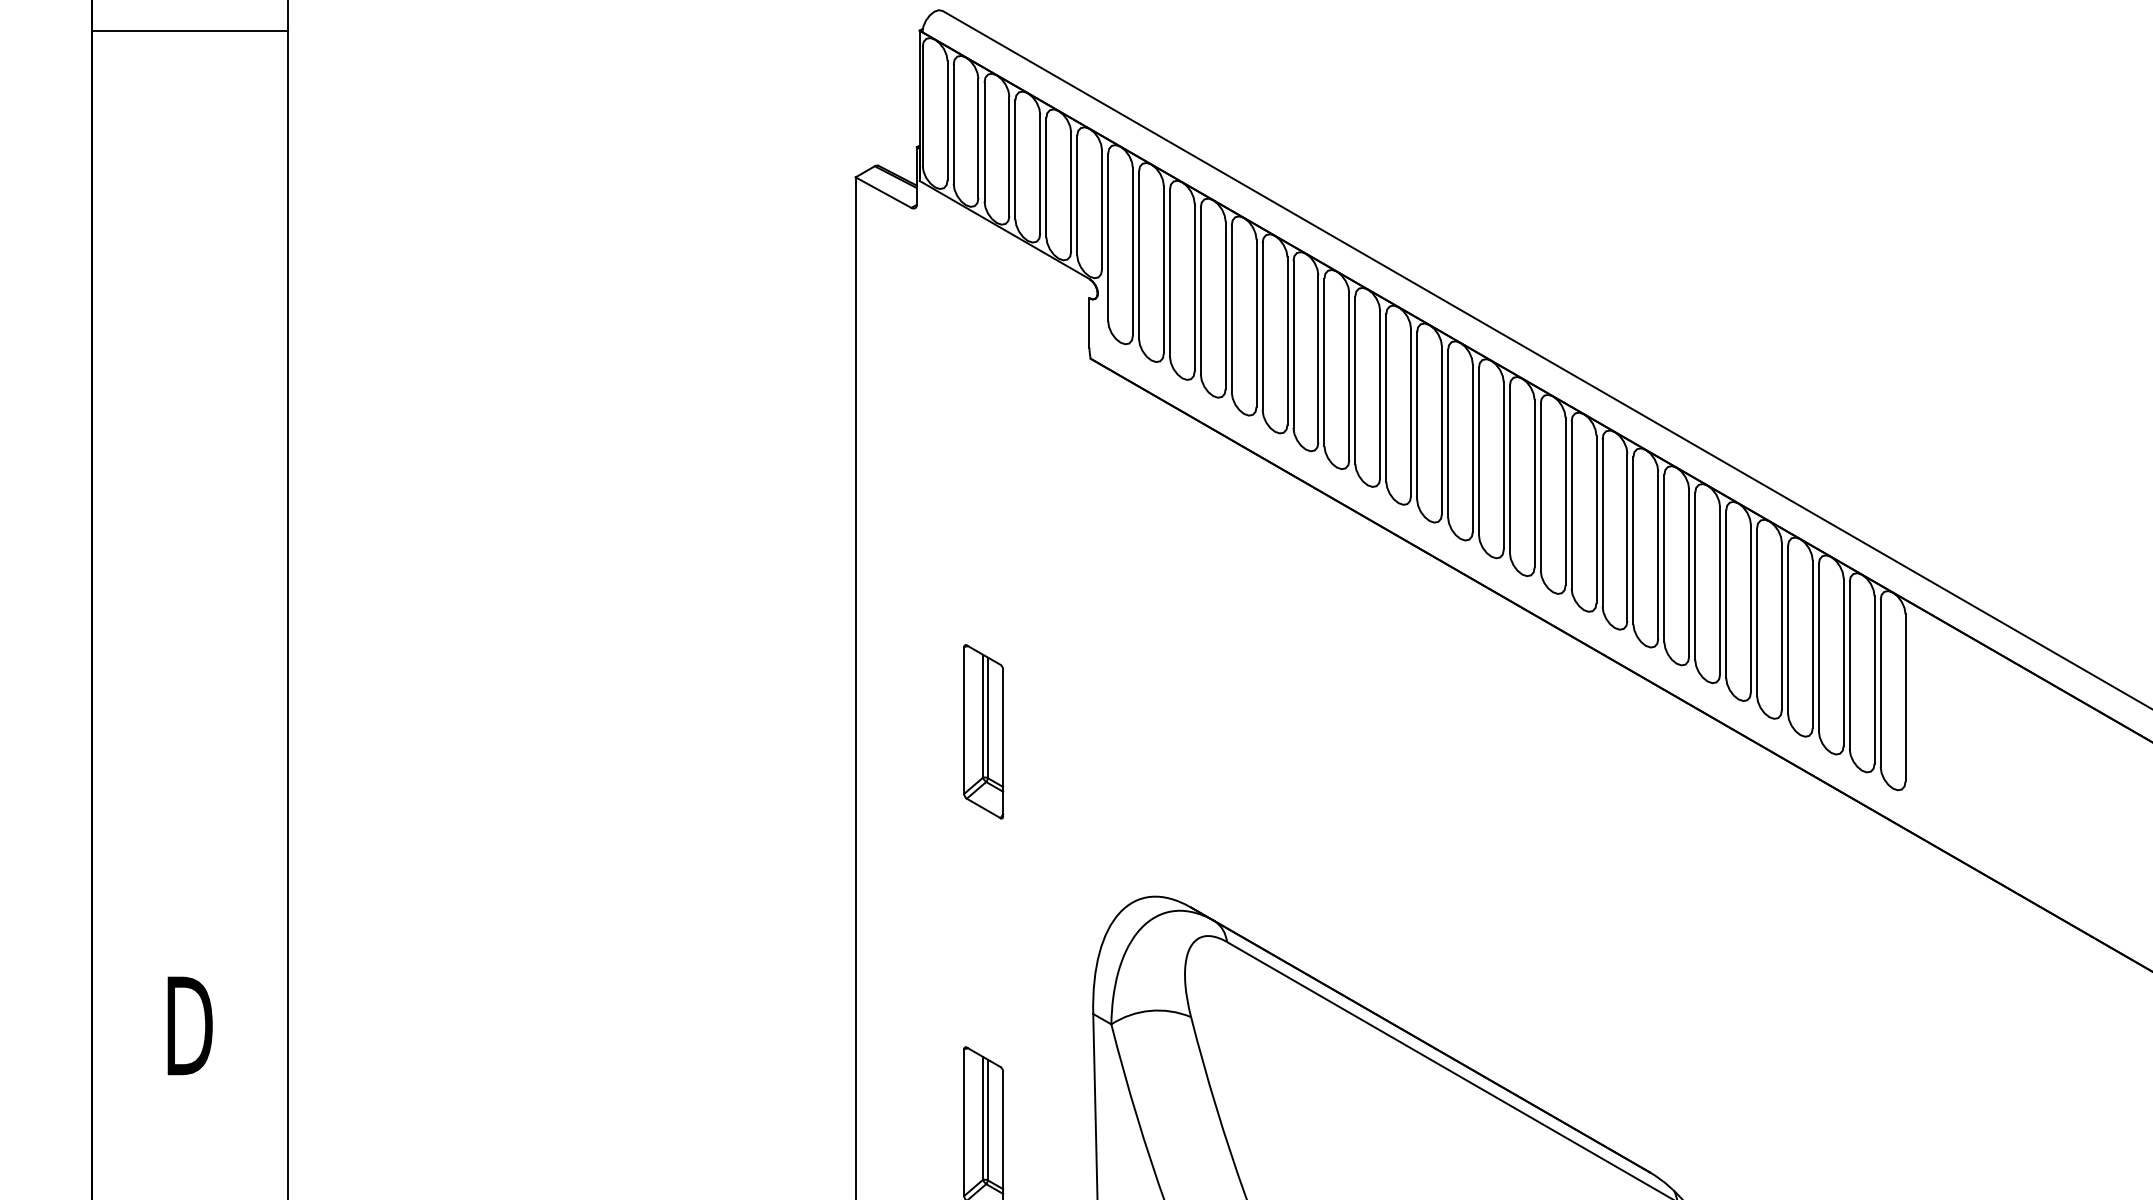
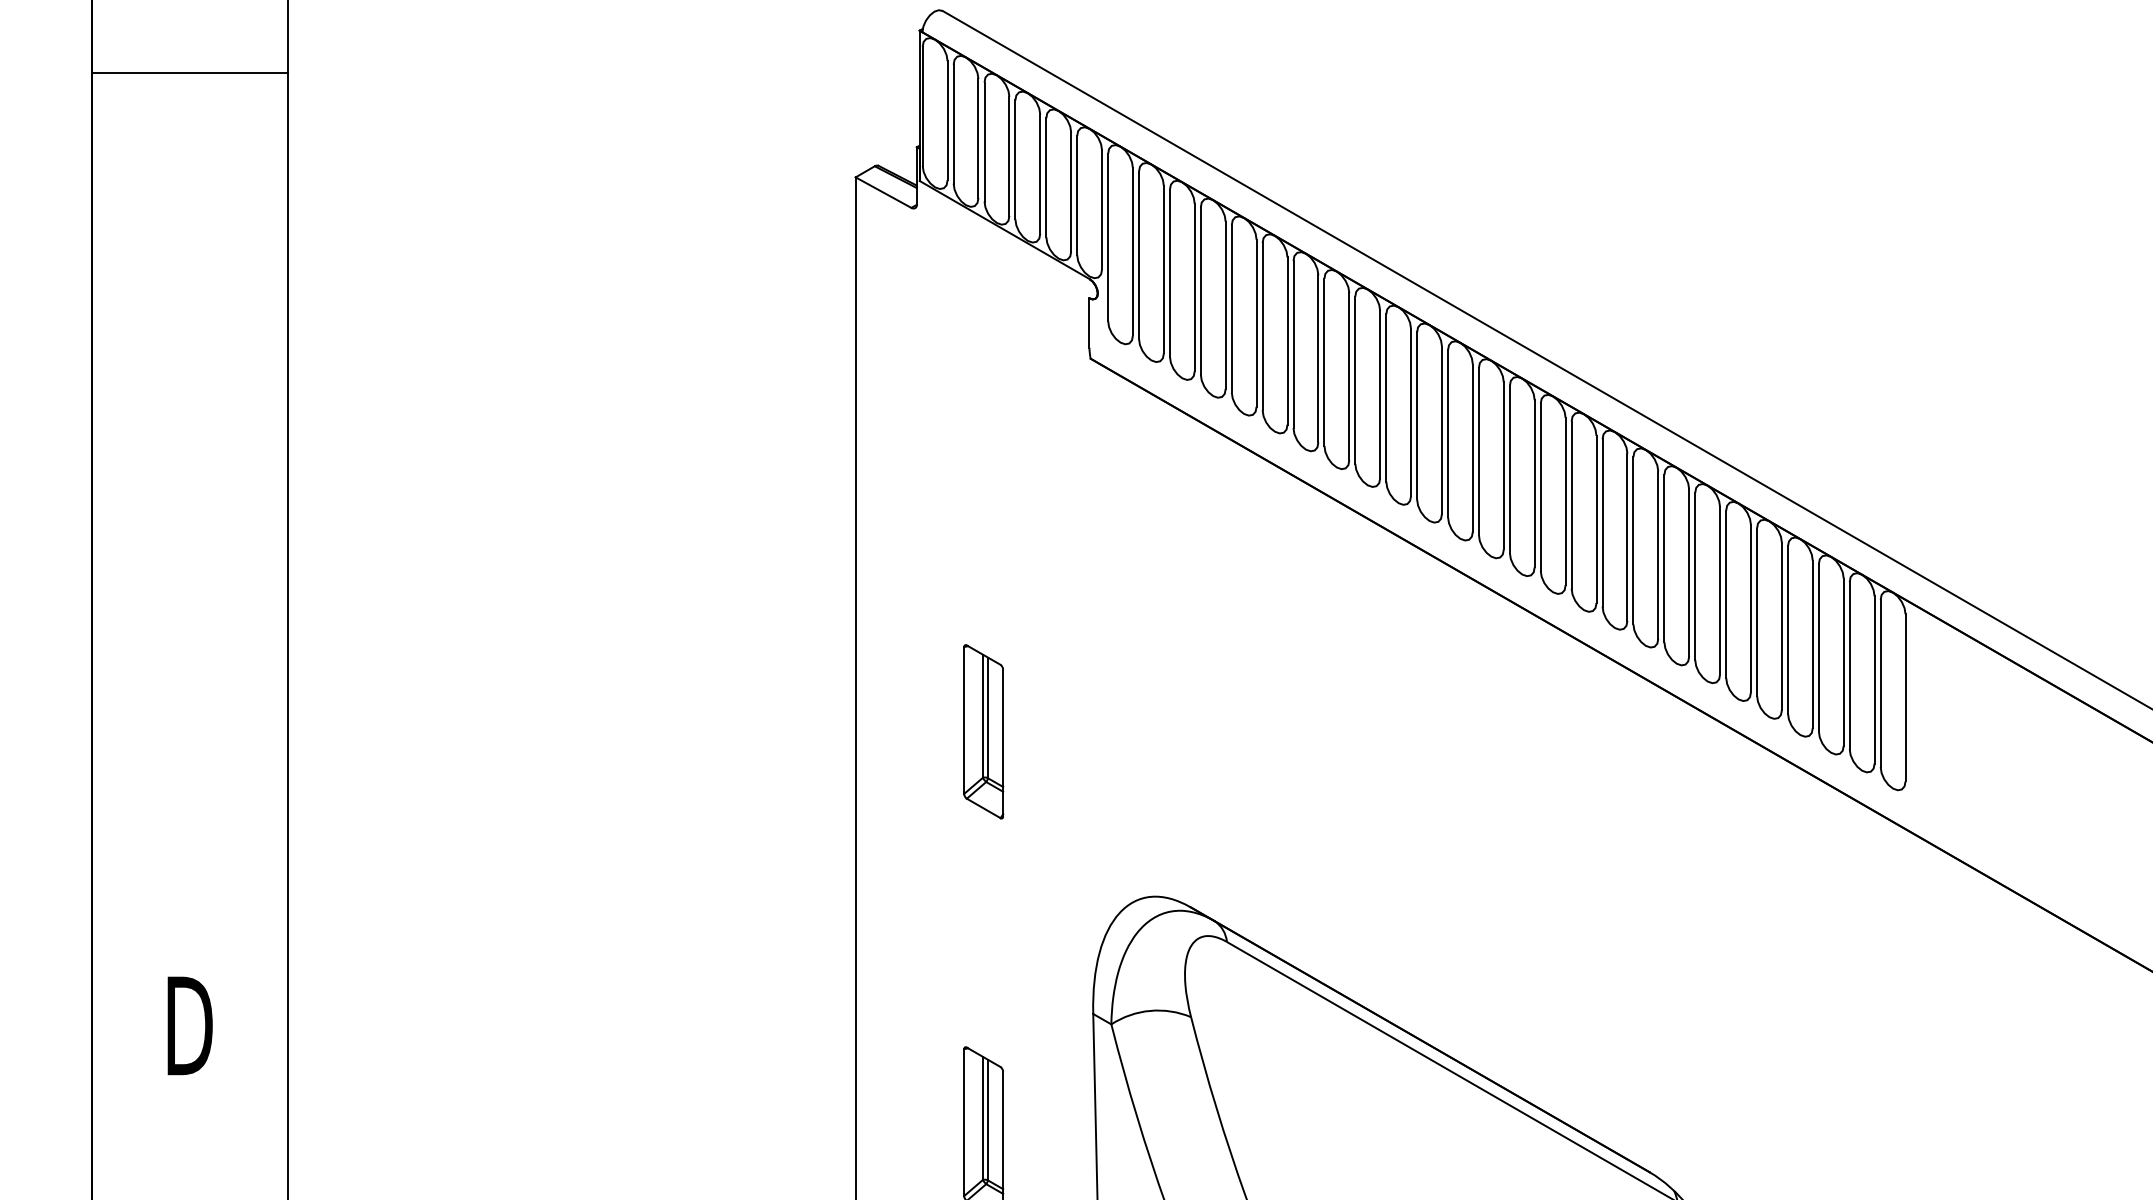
line at (189, 30) position: (189, 30) -> (189, 72)
